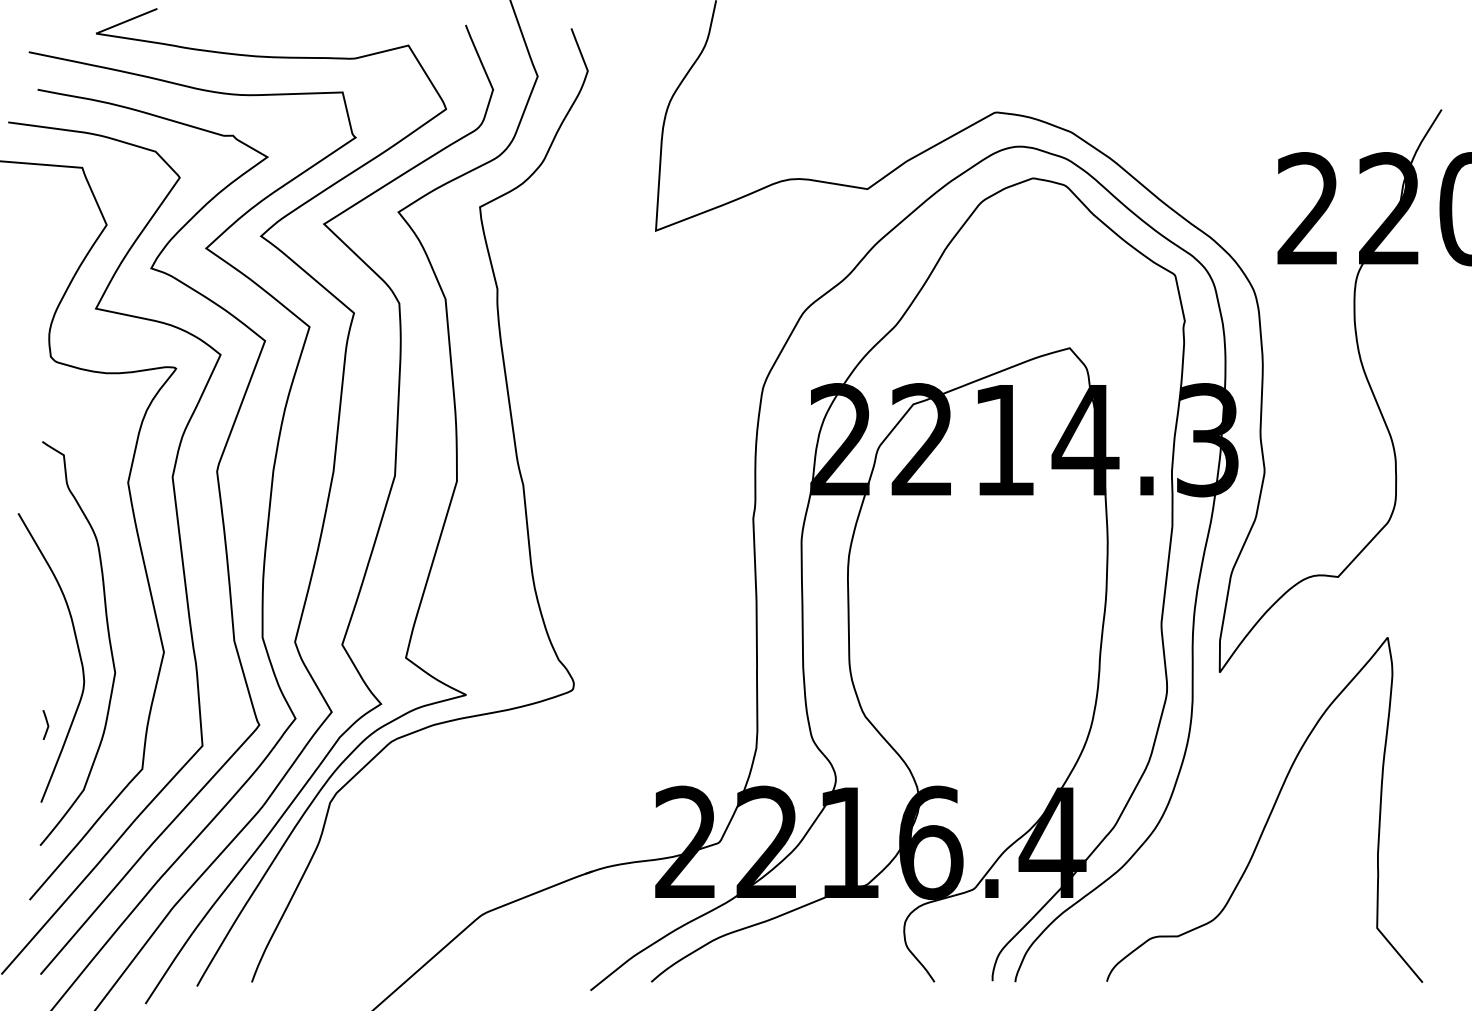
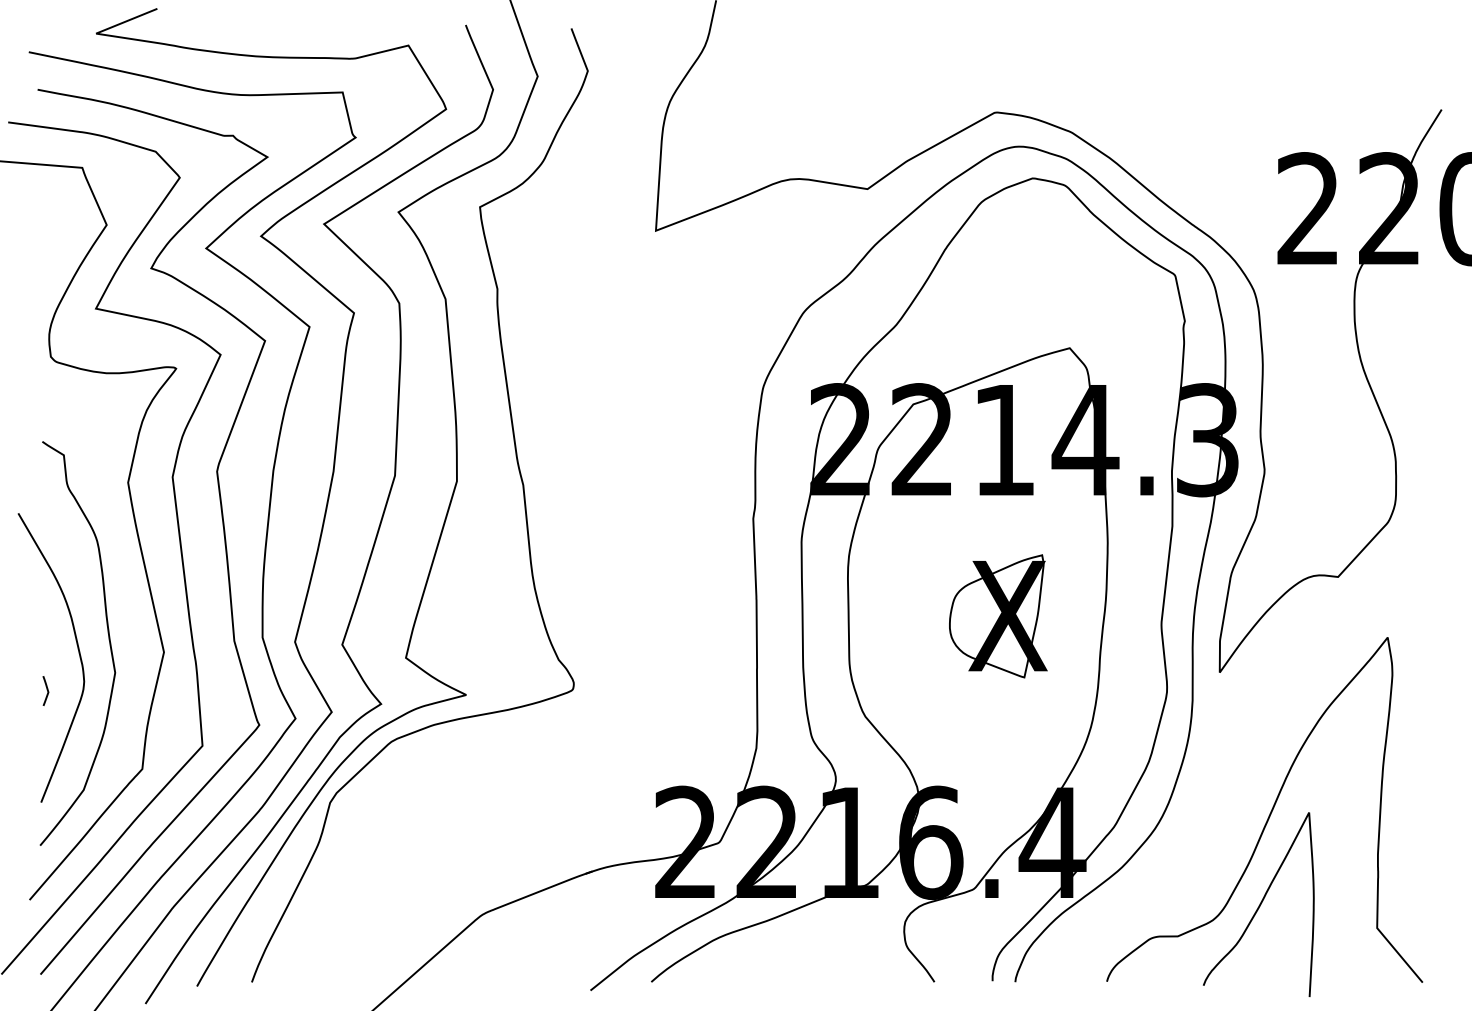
part at (998, 616): none -> present
curve at (46, 723) position: (46, 723) -> (46, 689)
curve at (1259, 904): none -> present
